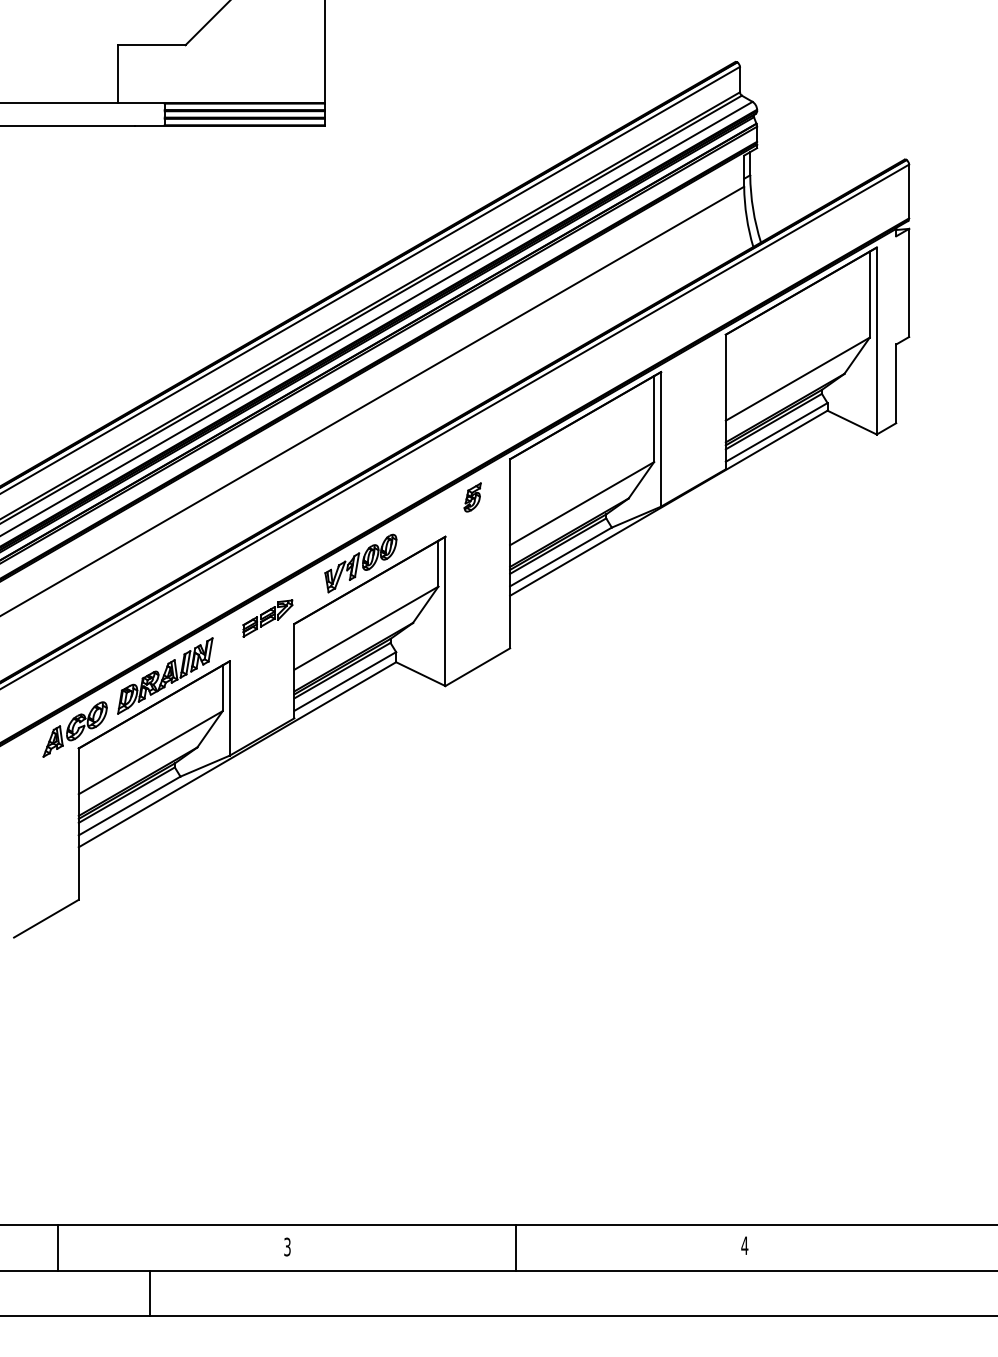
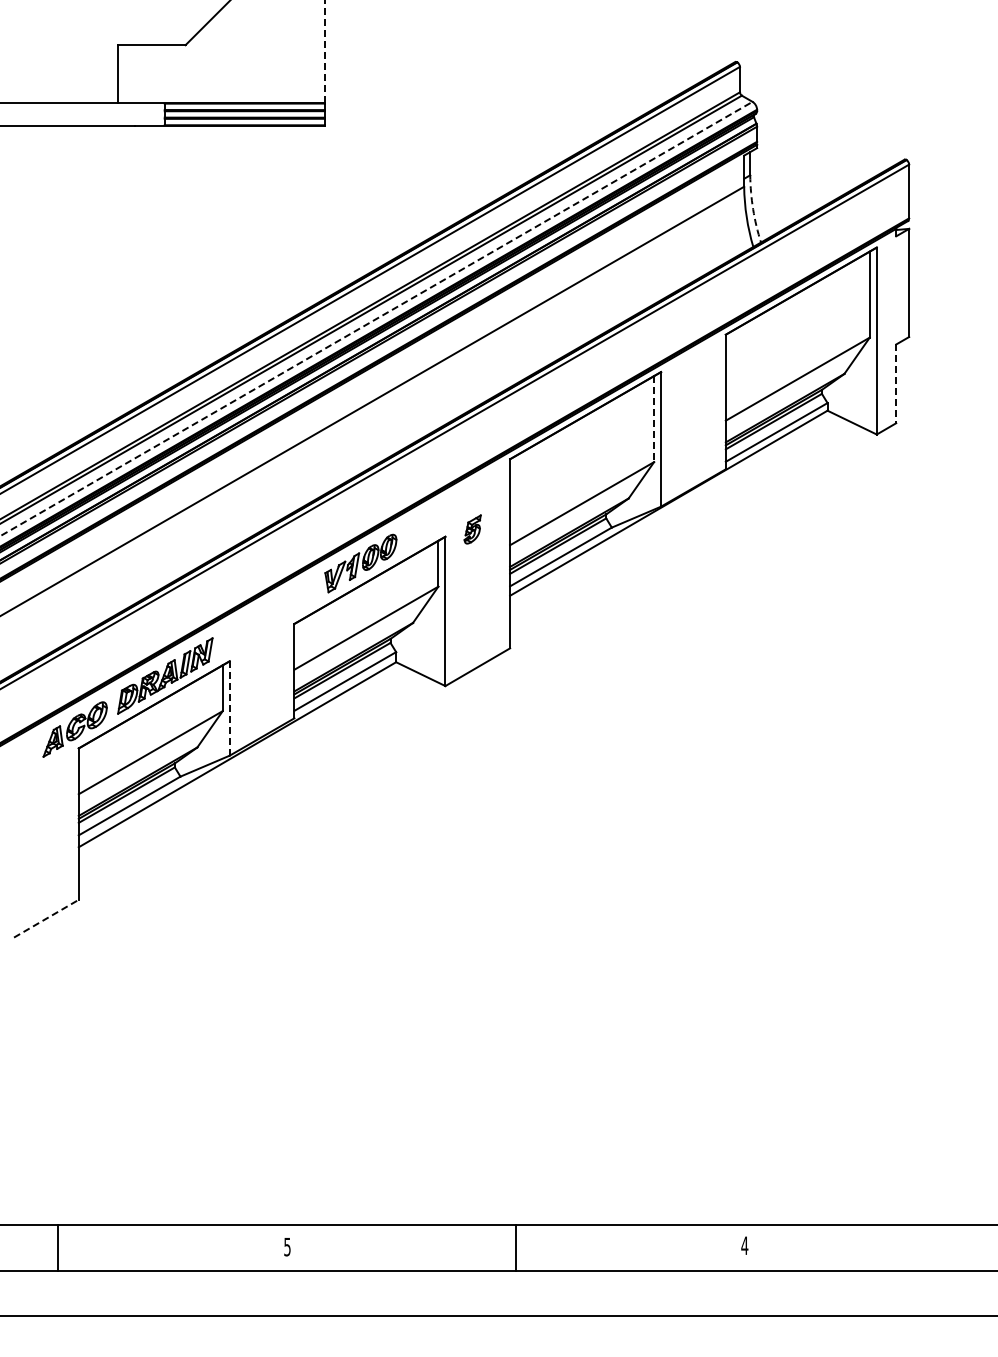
line at (324, 51): solid -> dashed
arc at (753, 209): solid -> dashed
line at (376, 318): solid -> dashed
line at (896, 384): solid -> dashed
line at (654, 419): solid -> dashed
part at (472, 497) position: (472, 497) -> (472, 529)
part at (267, 618): present -> none
line at (229, 707): solid -> dashed
line at (46, 918): solid -> dashed
text at (287, 1246): 3 -> 5
line at (149, 1293): present -> none
